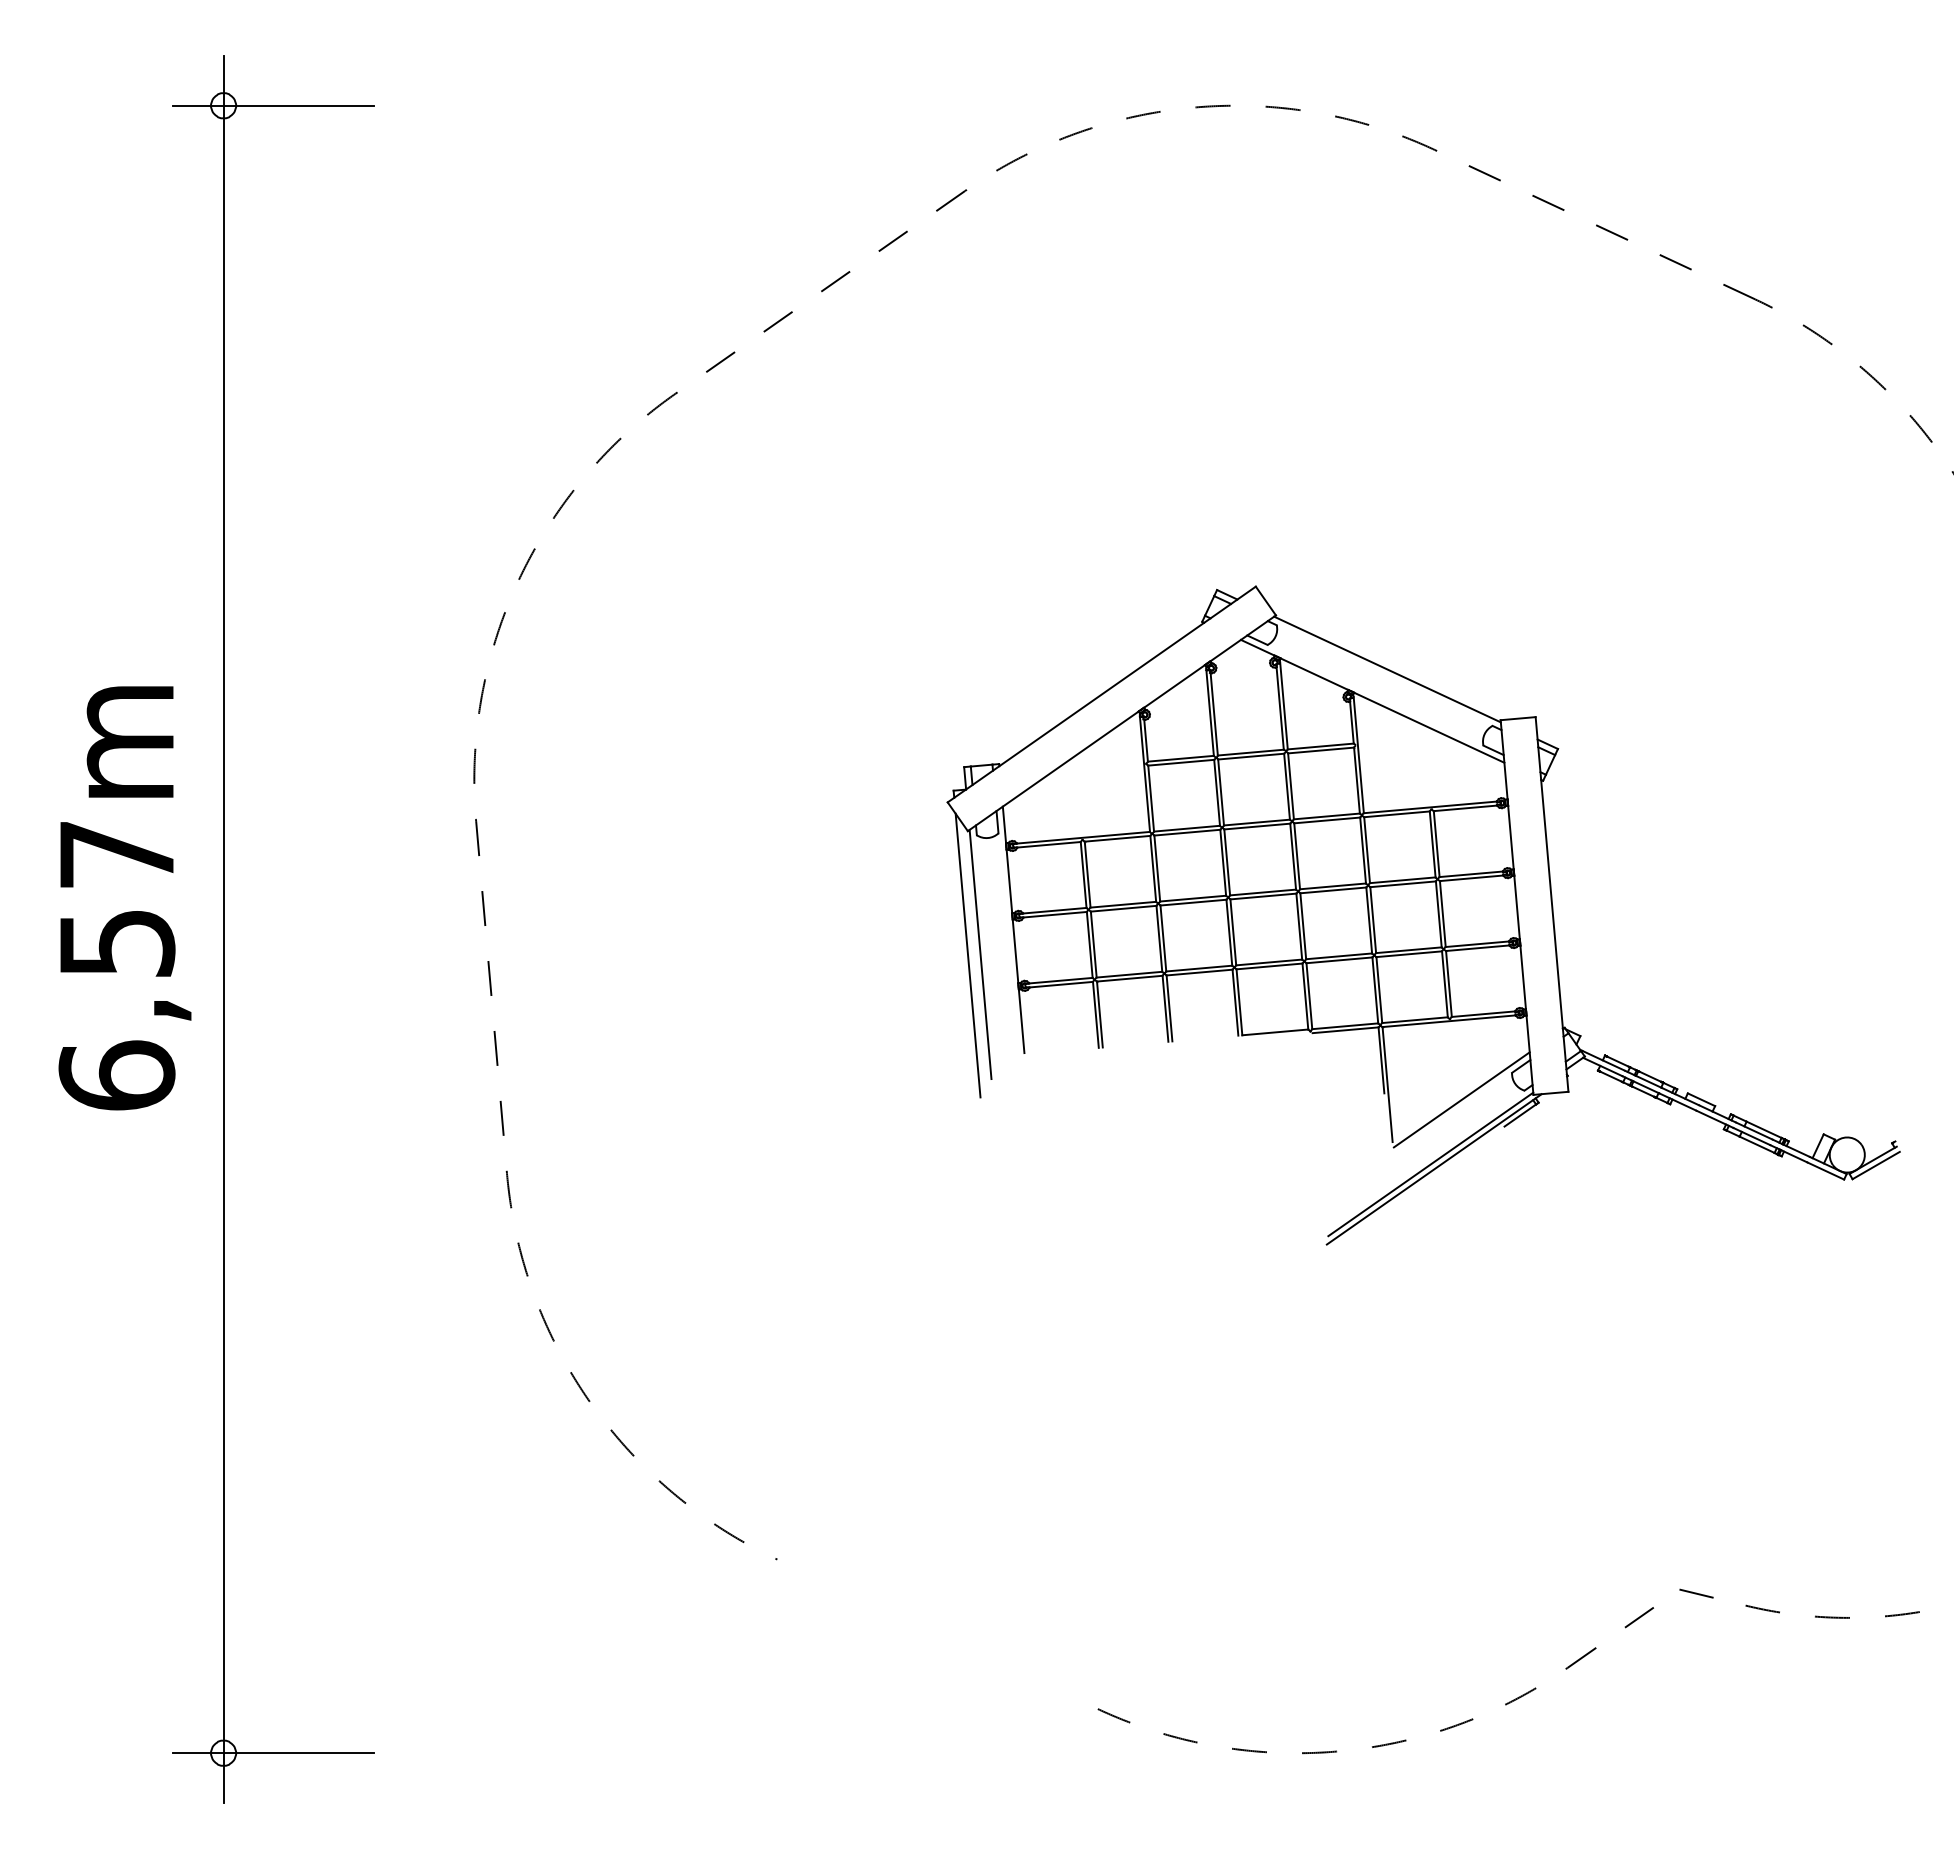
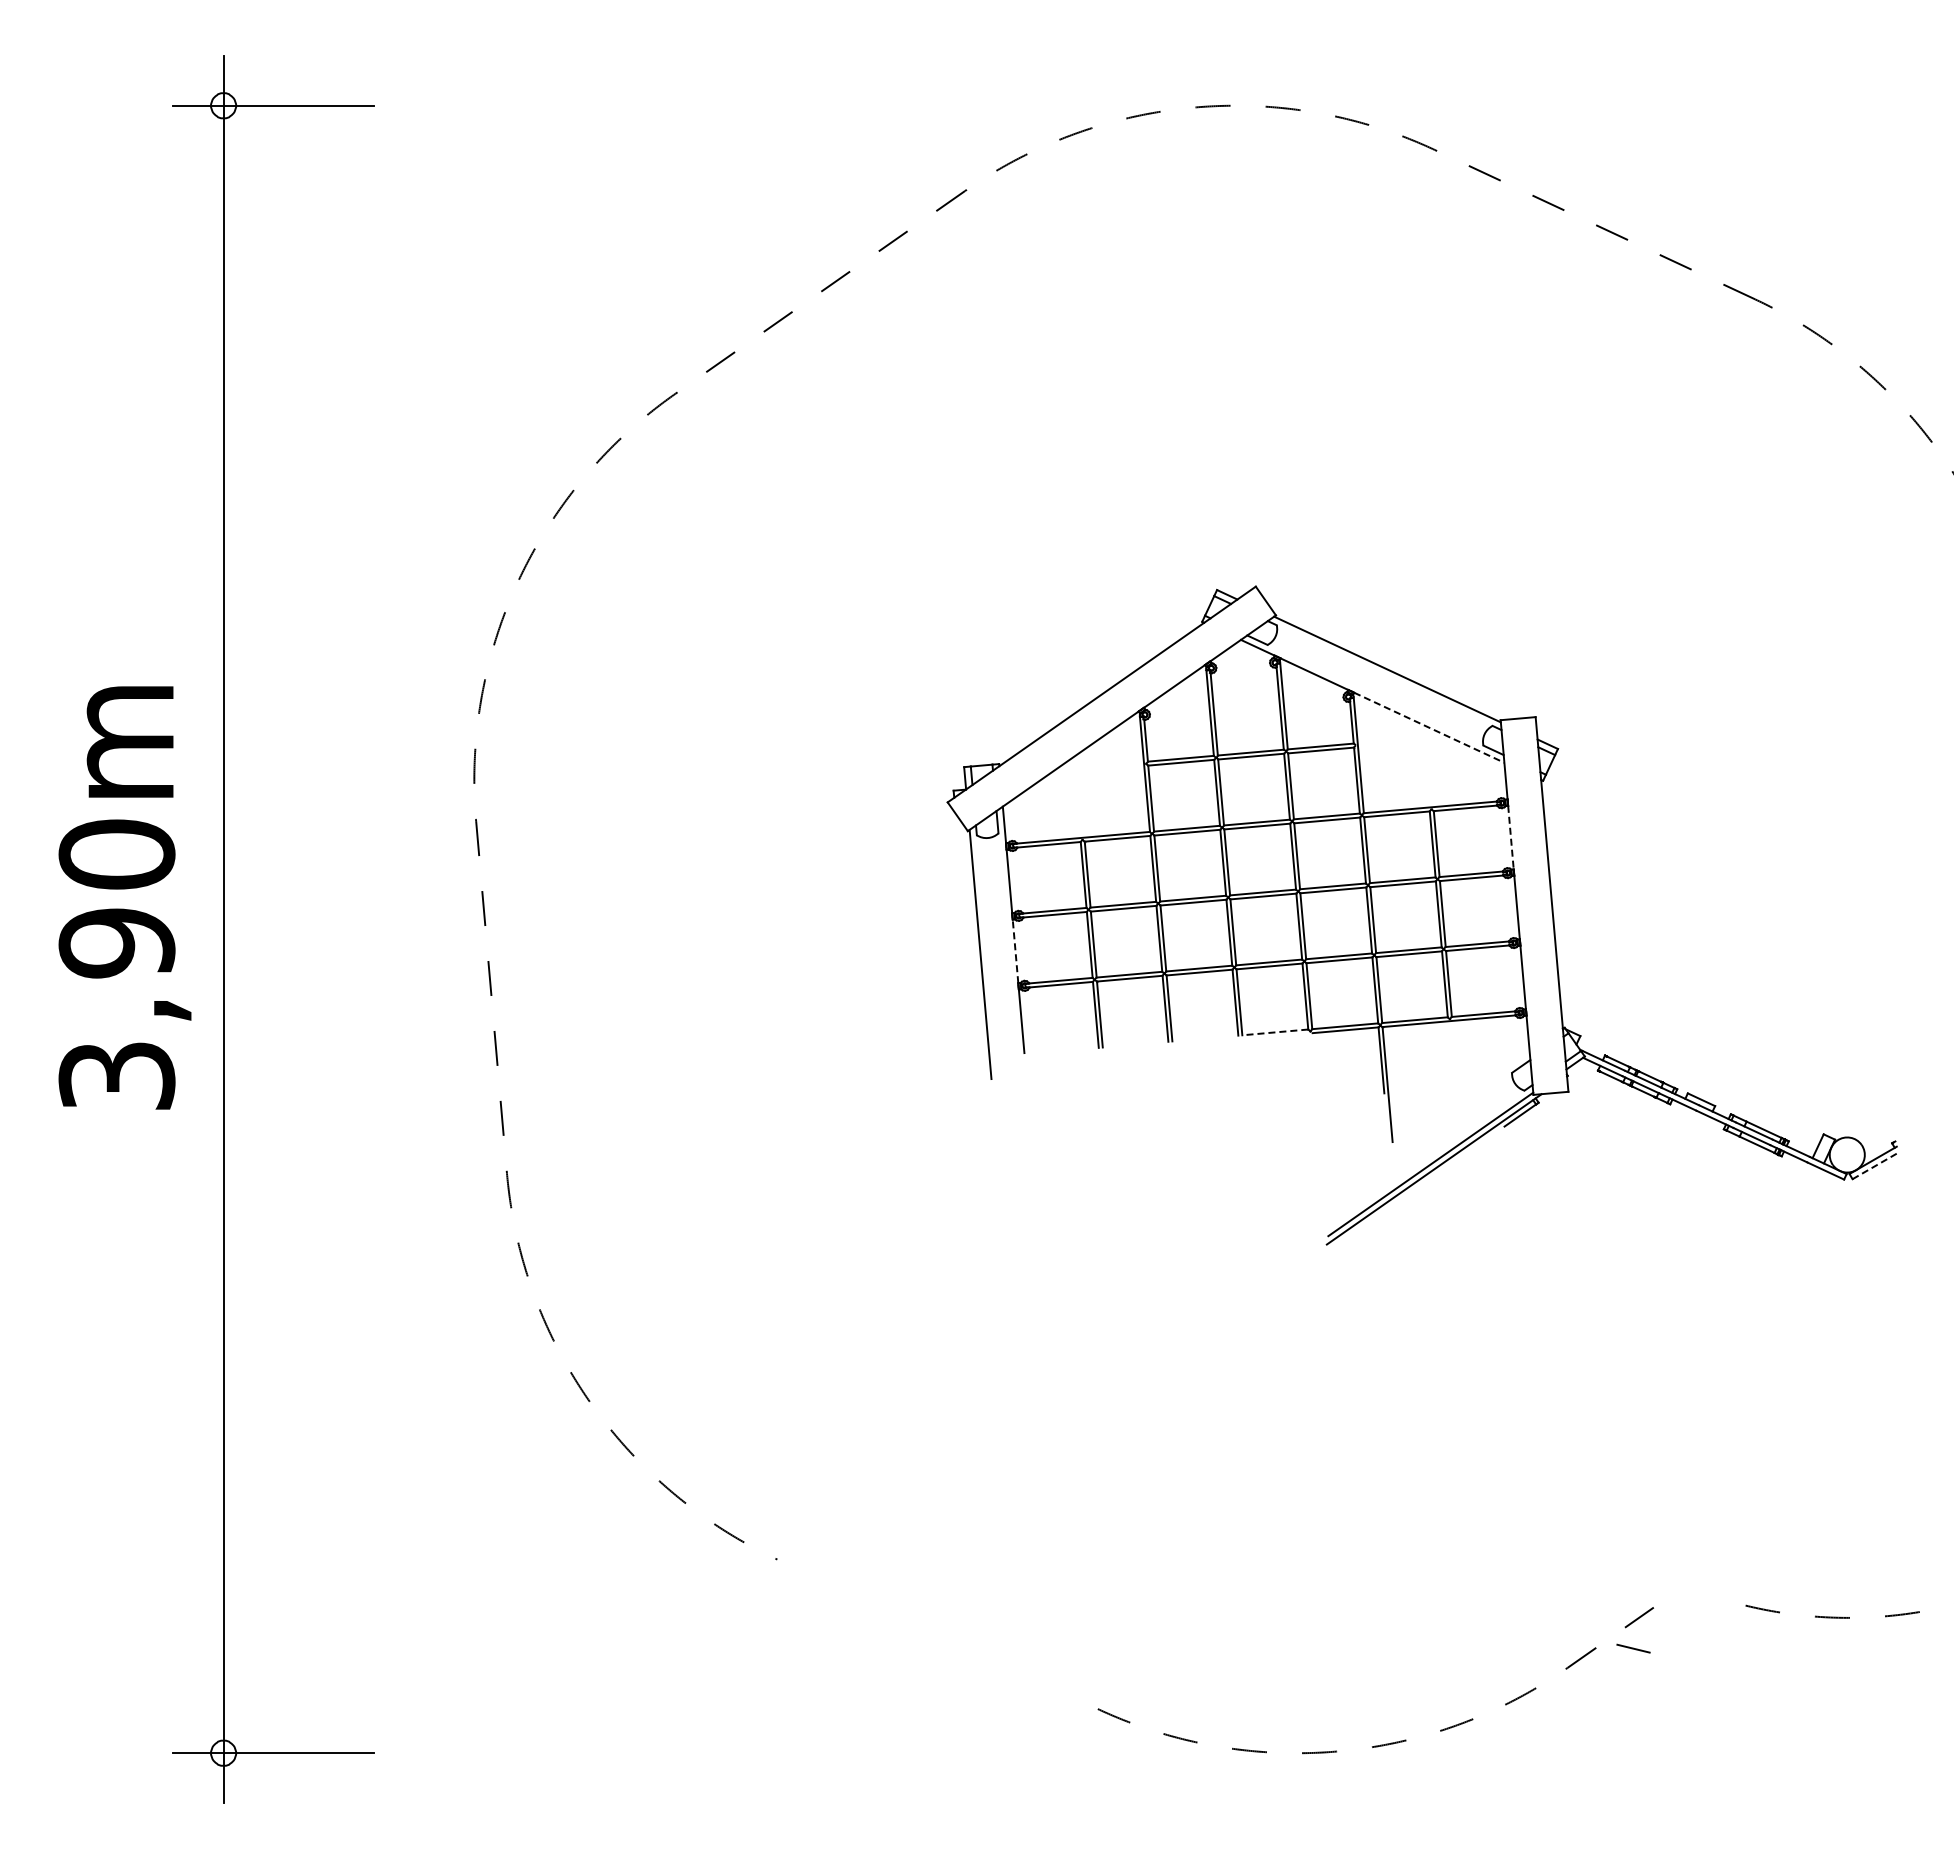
line at (1429, 727): solid -> dashed
line at (1510, 837): solid -> dashed
line at (1015, 951): solid -> dashed
line at (967, 955): present -> none
text at (116, 964): 6,57m -> 3,90m
line at (1274, 1032): solid -> dashed
line at (1461, 1099): present -> none
line at (1876, 1165): solid -> dashed
line at (1696, 1593) position: (1696, 1593) -> (1633, 1648)
